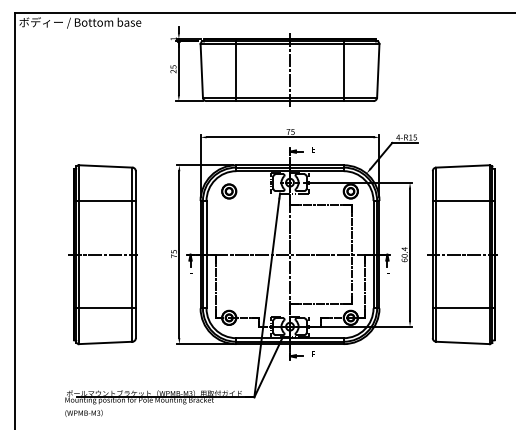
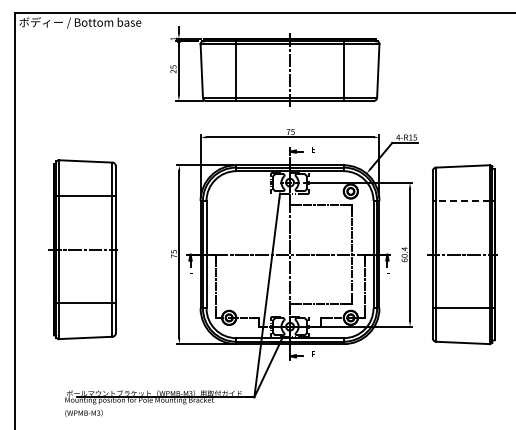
part at (229, 191): present -> none
line at (463, 201): solid -> dashed
part at (102, 254) position: (102, 254) -> (82, 249)
